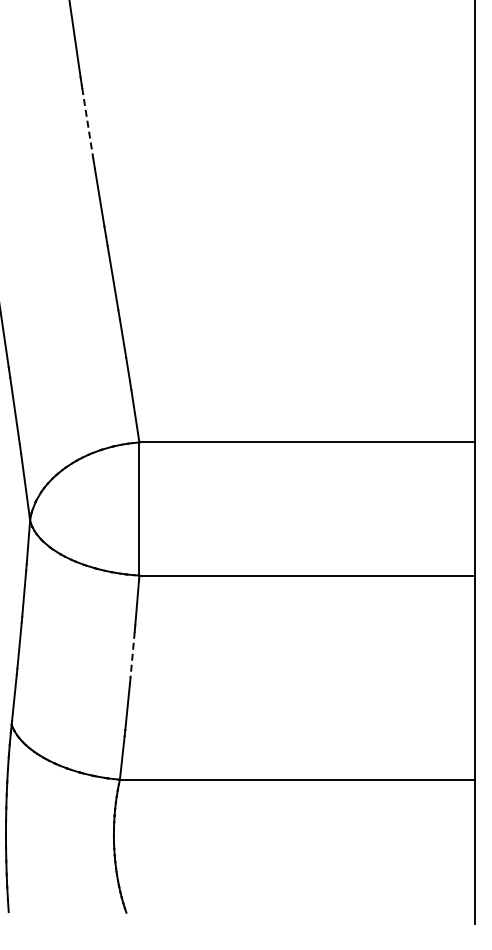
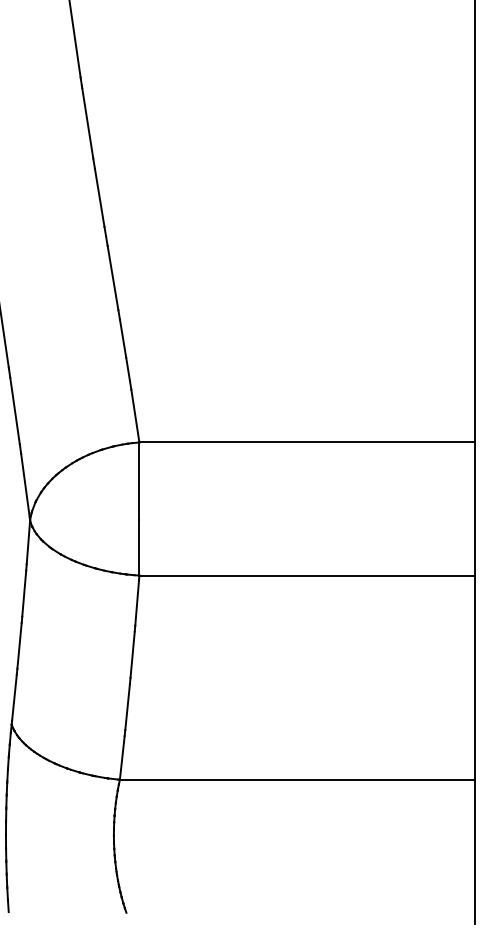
line at (87, 123): dashed -> solid
line at (132, 655): dashed -> solid
